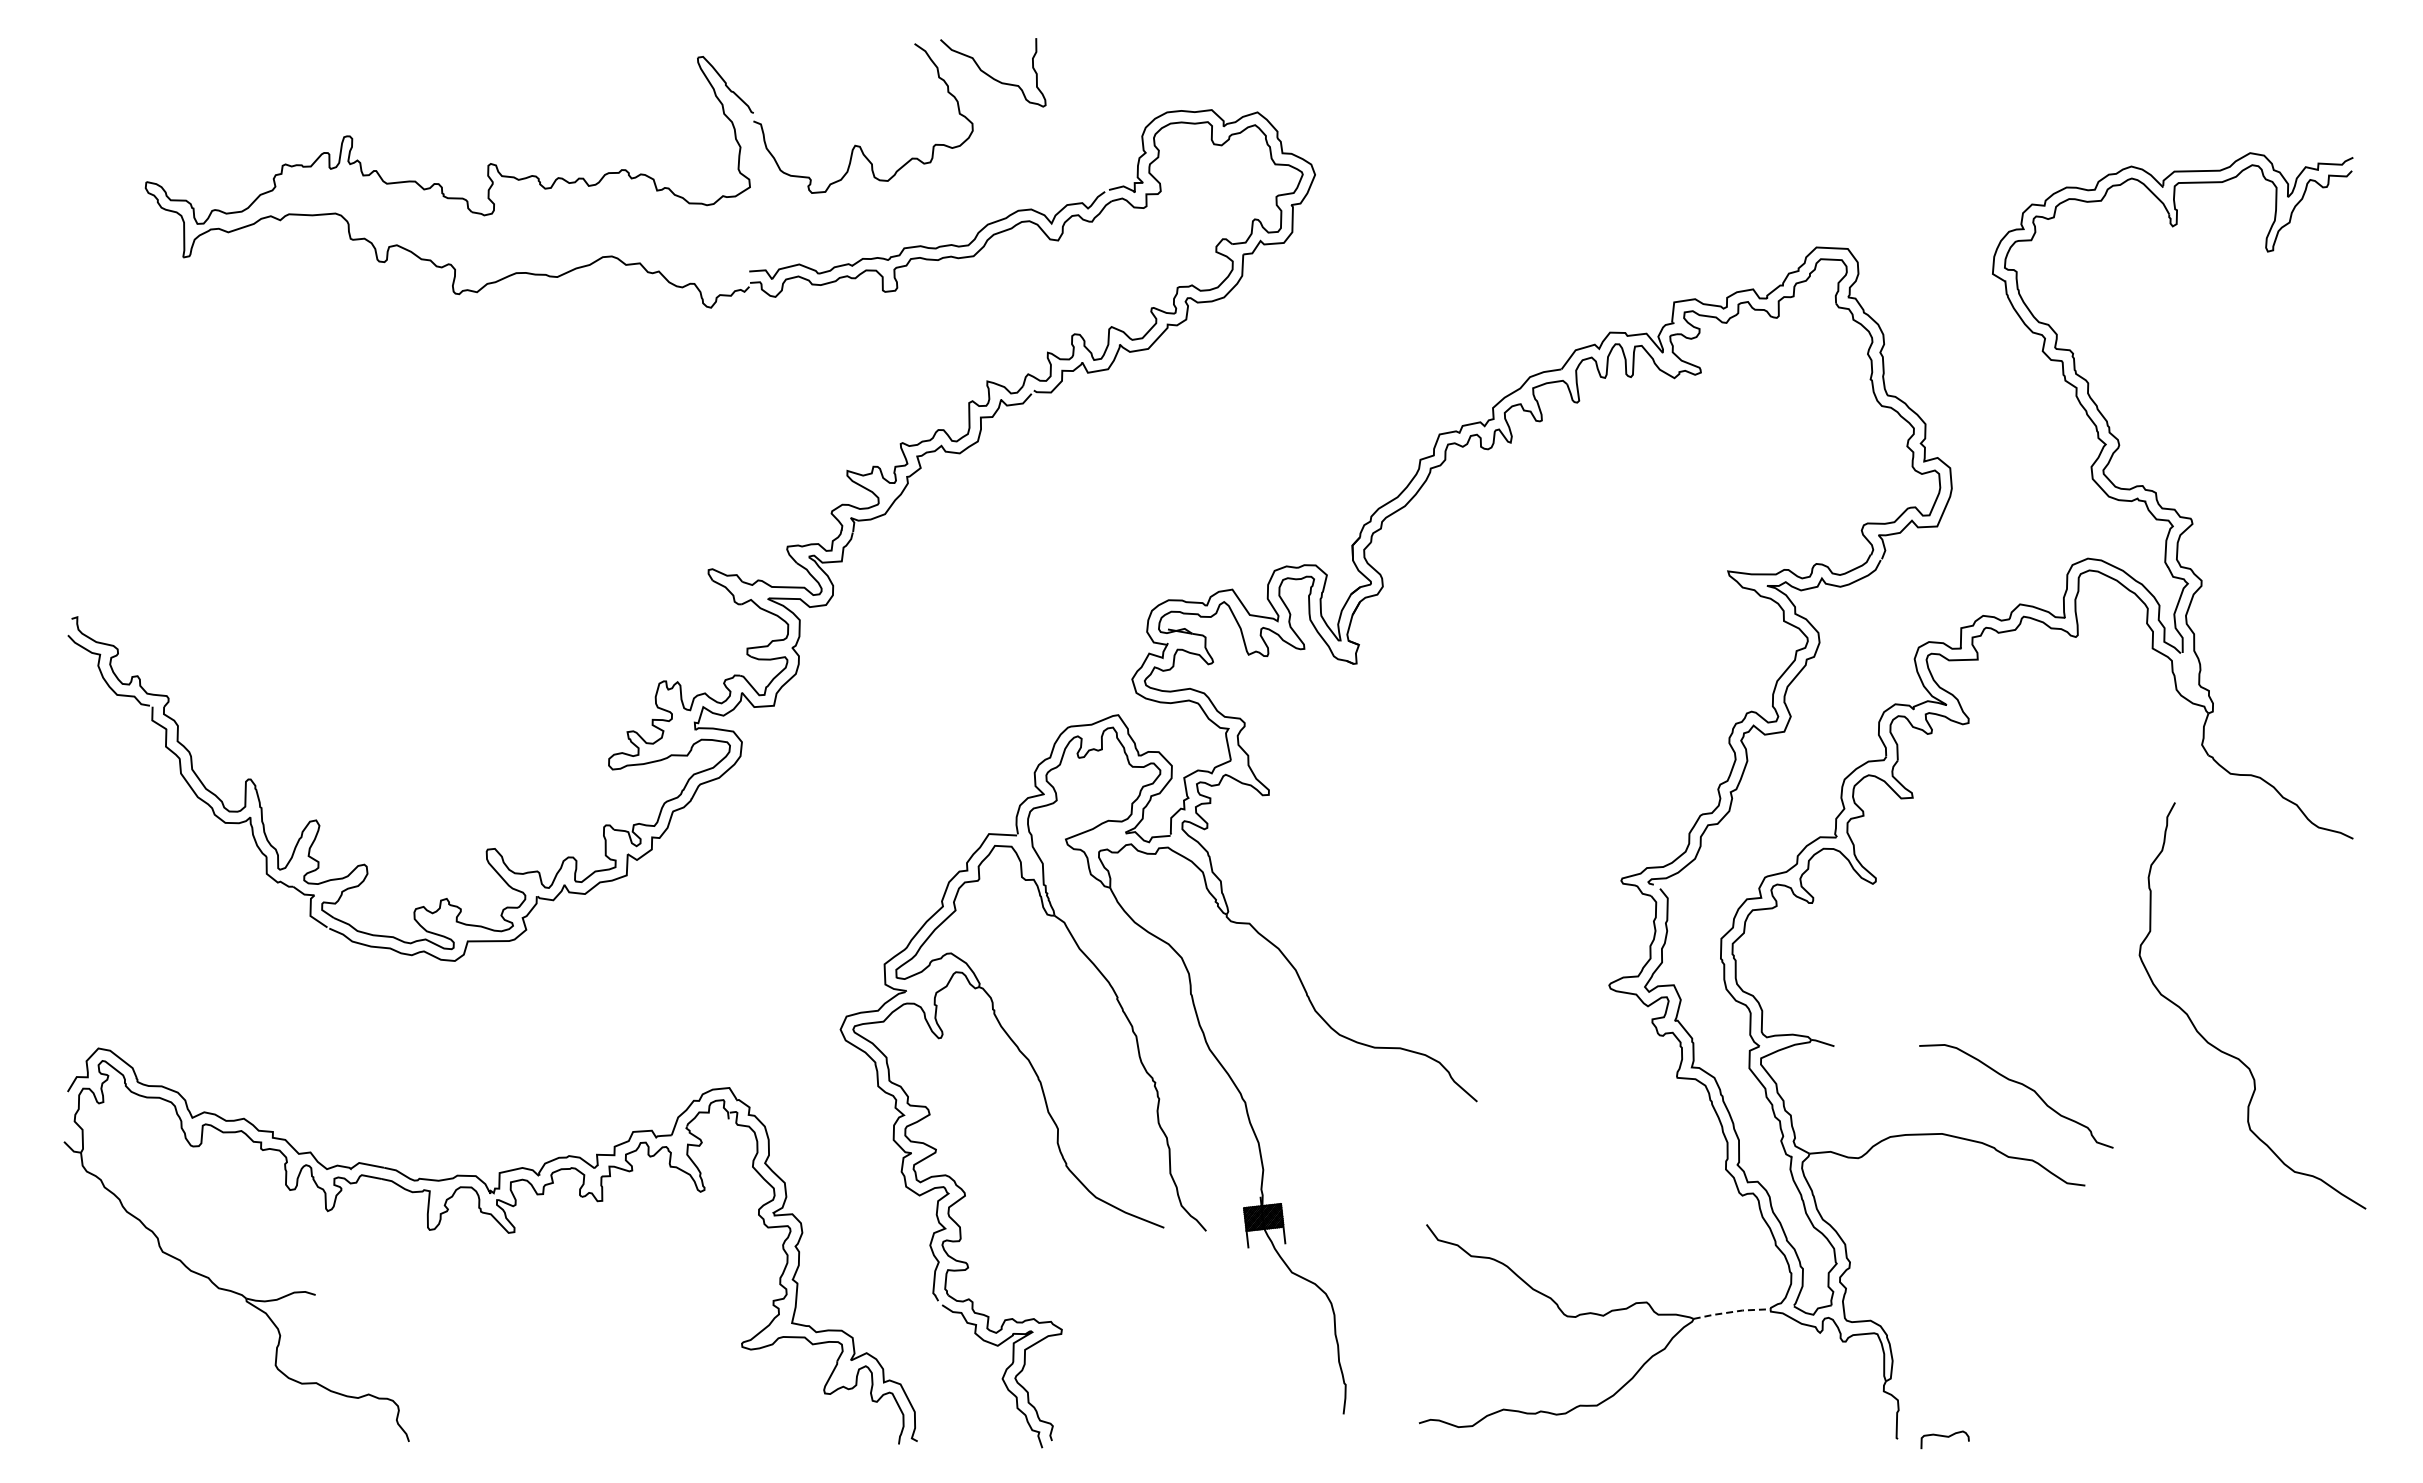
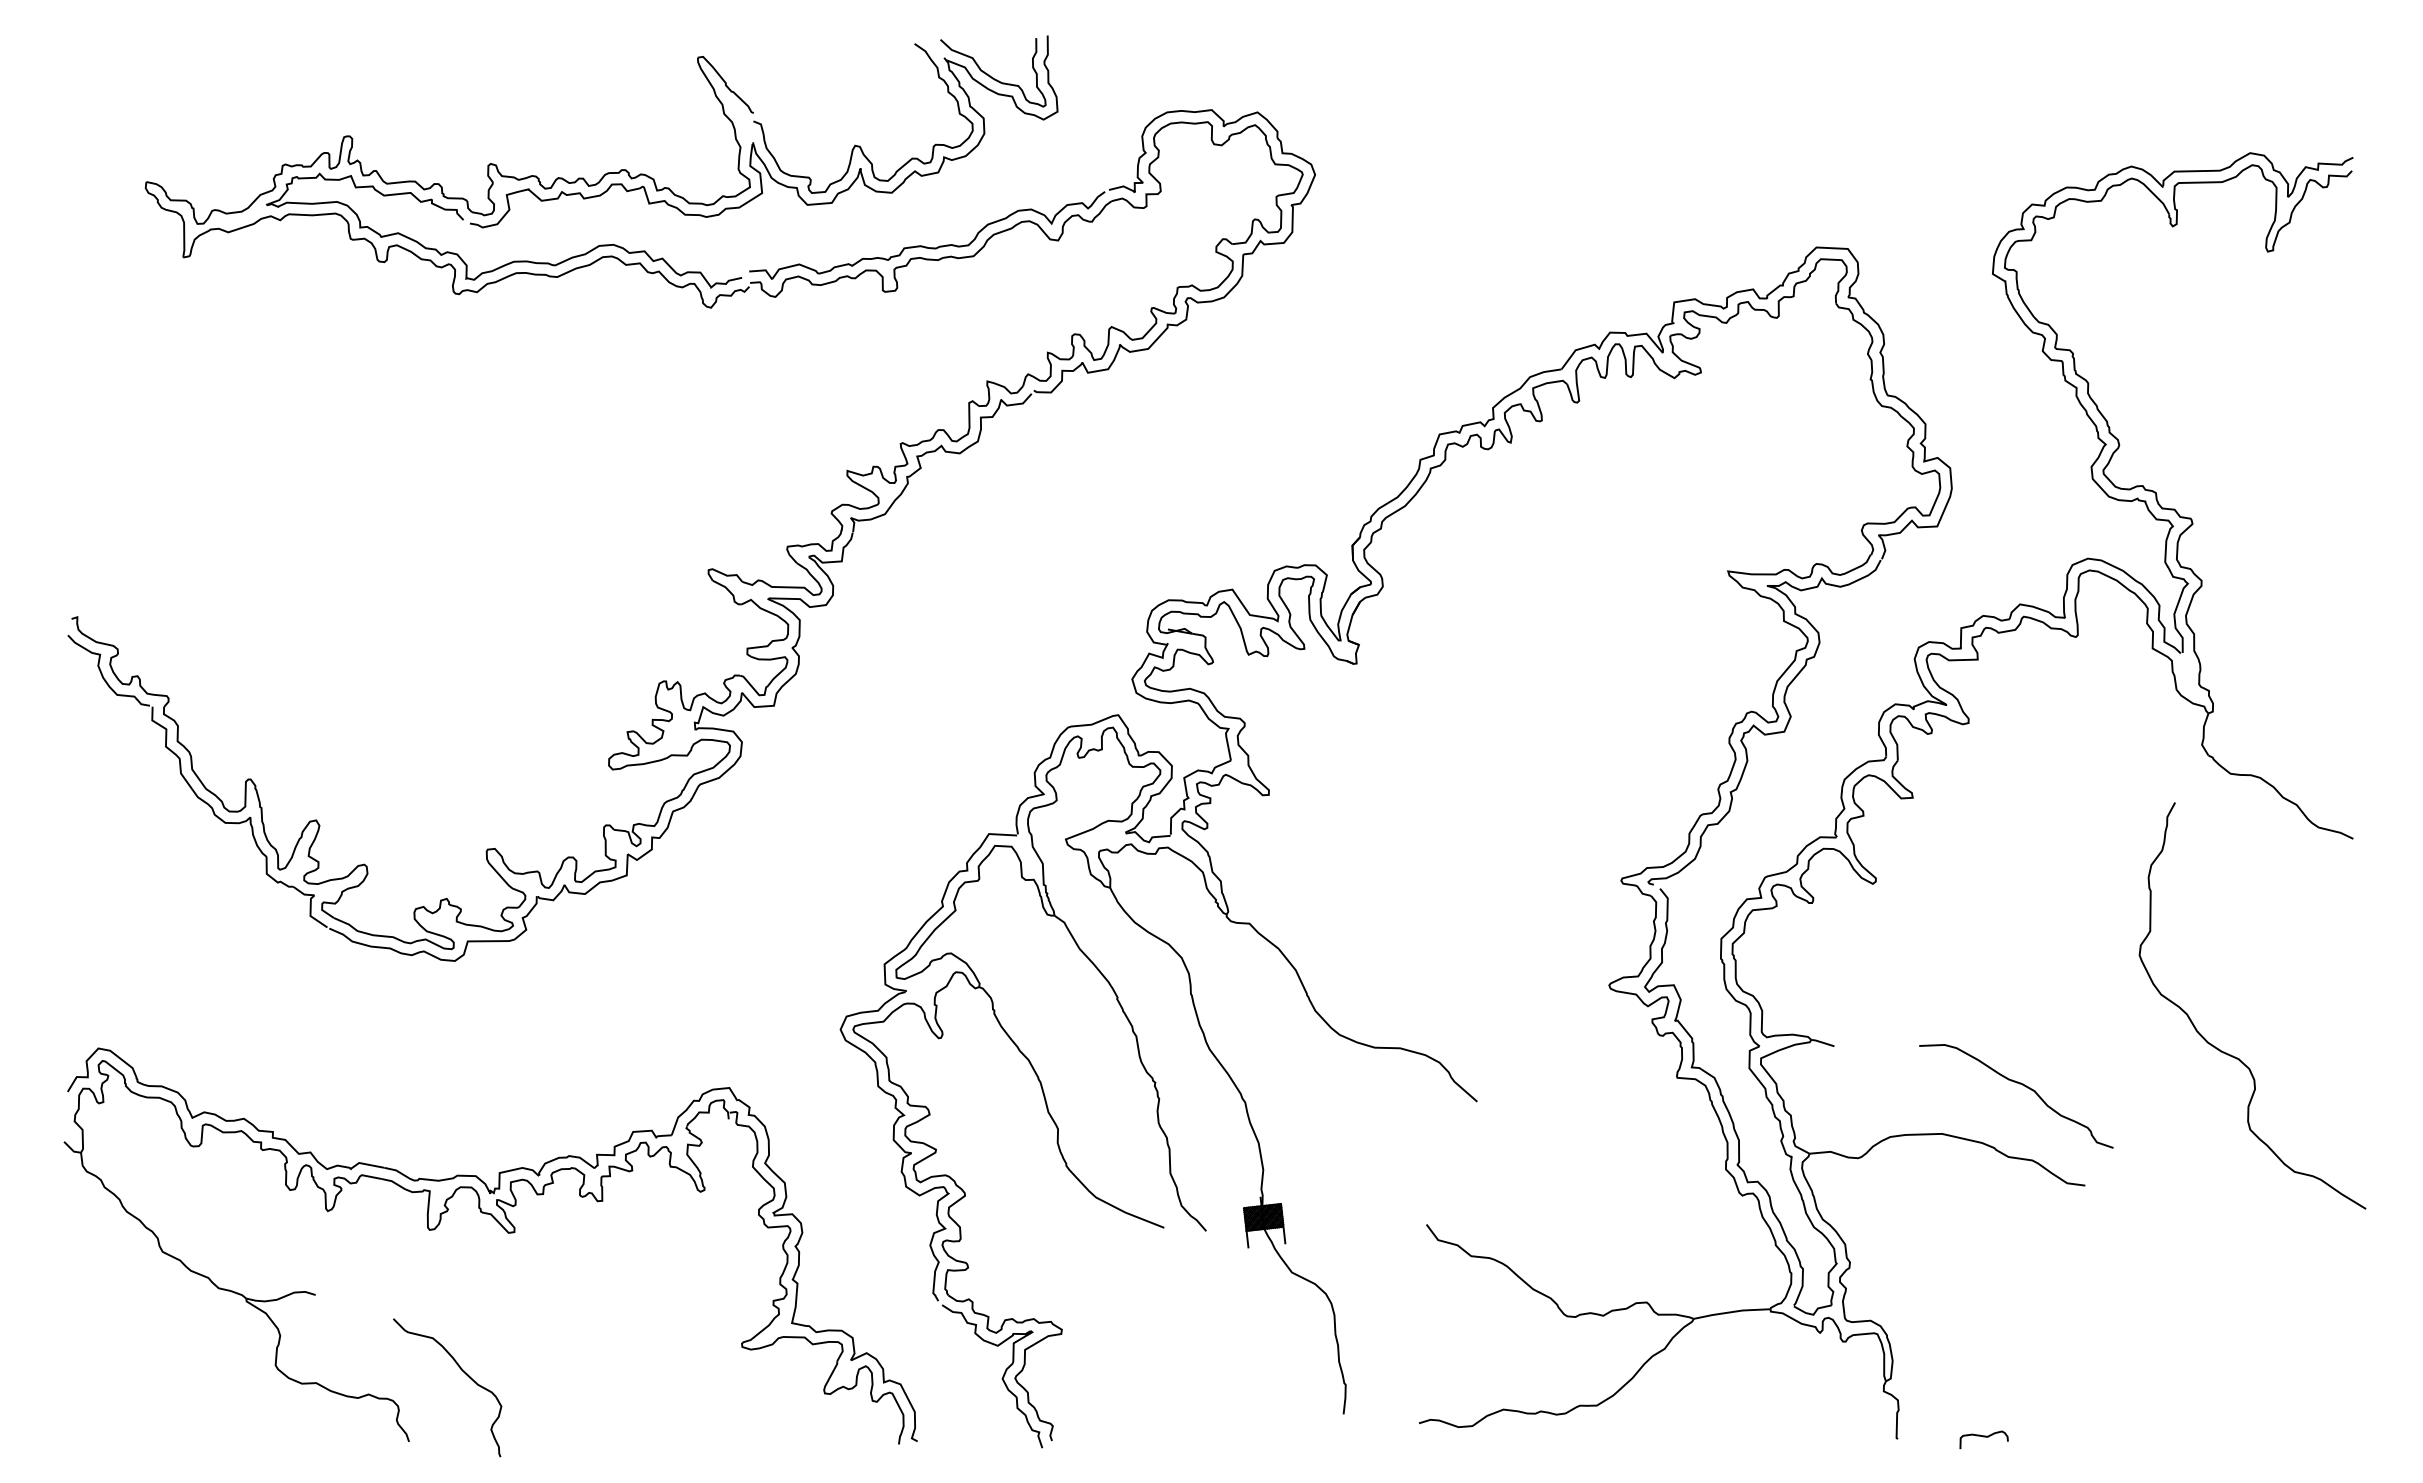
part at (644, 186): none -> present
line at (1731, 1312): dashed -> solid
curve at (462, 1371): none -> present
curve at (1944, 1437) position: (1944, 1437) -> (1983, 1437)
